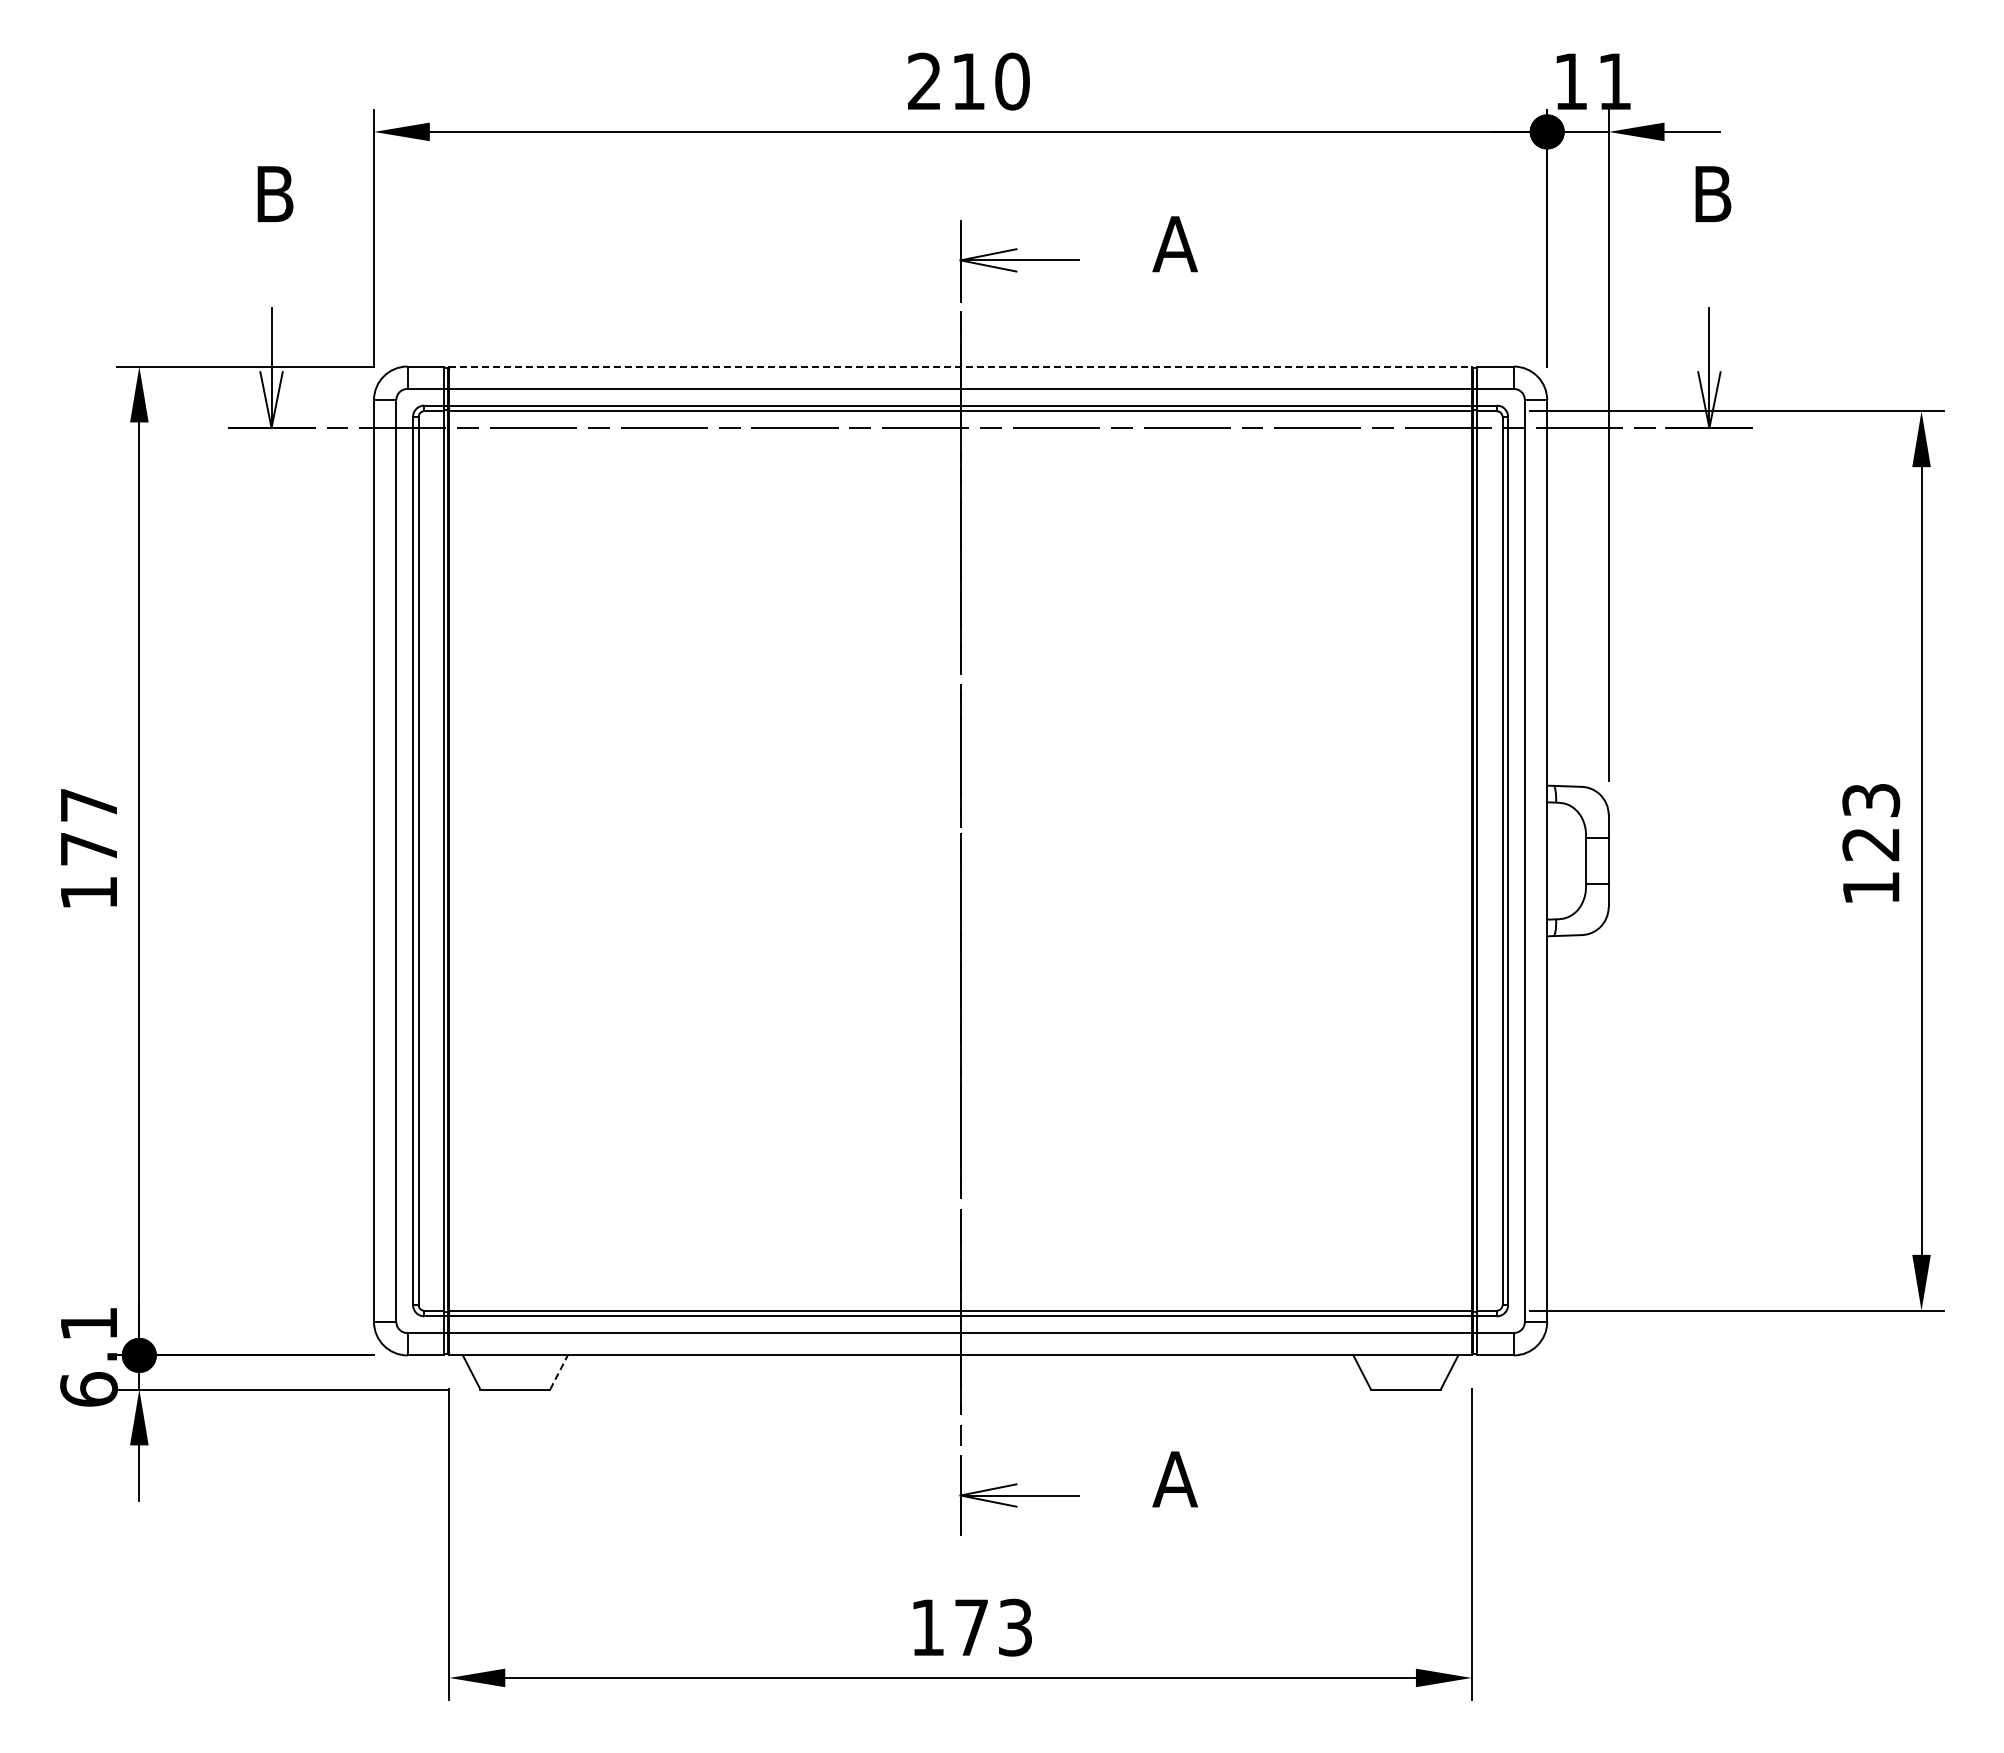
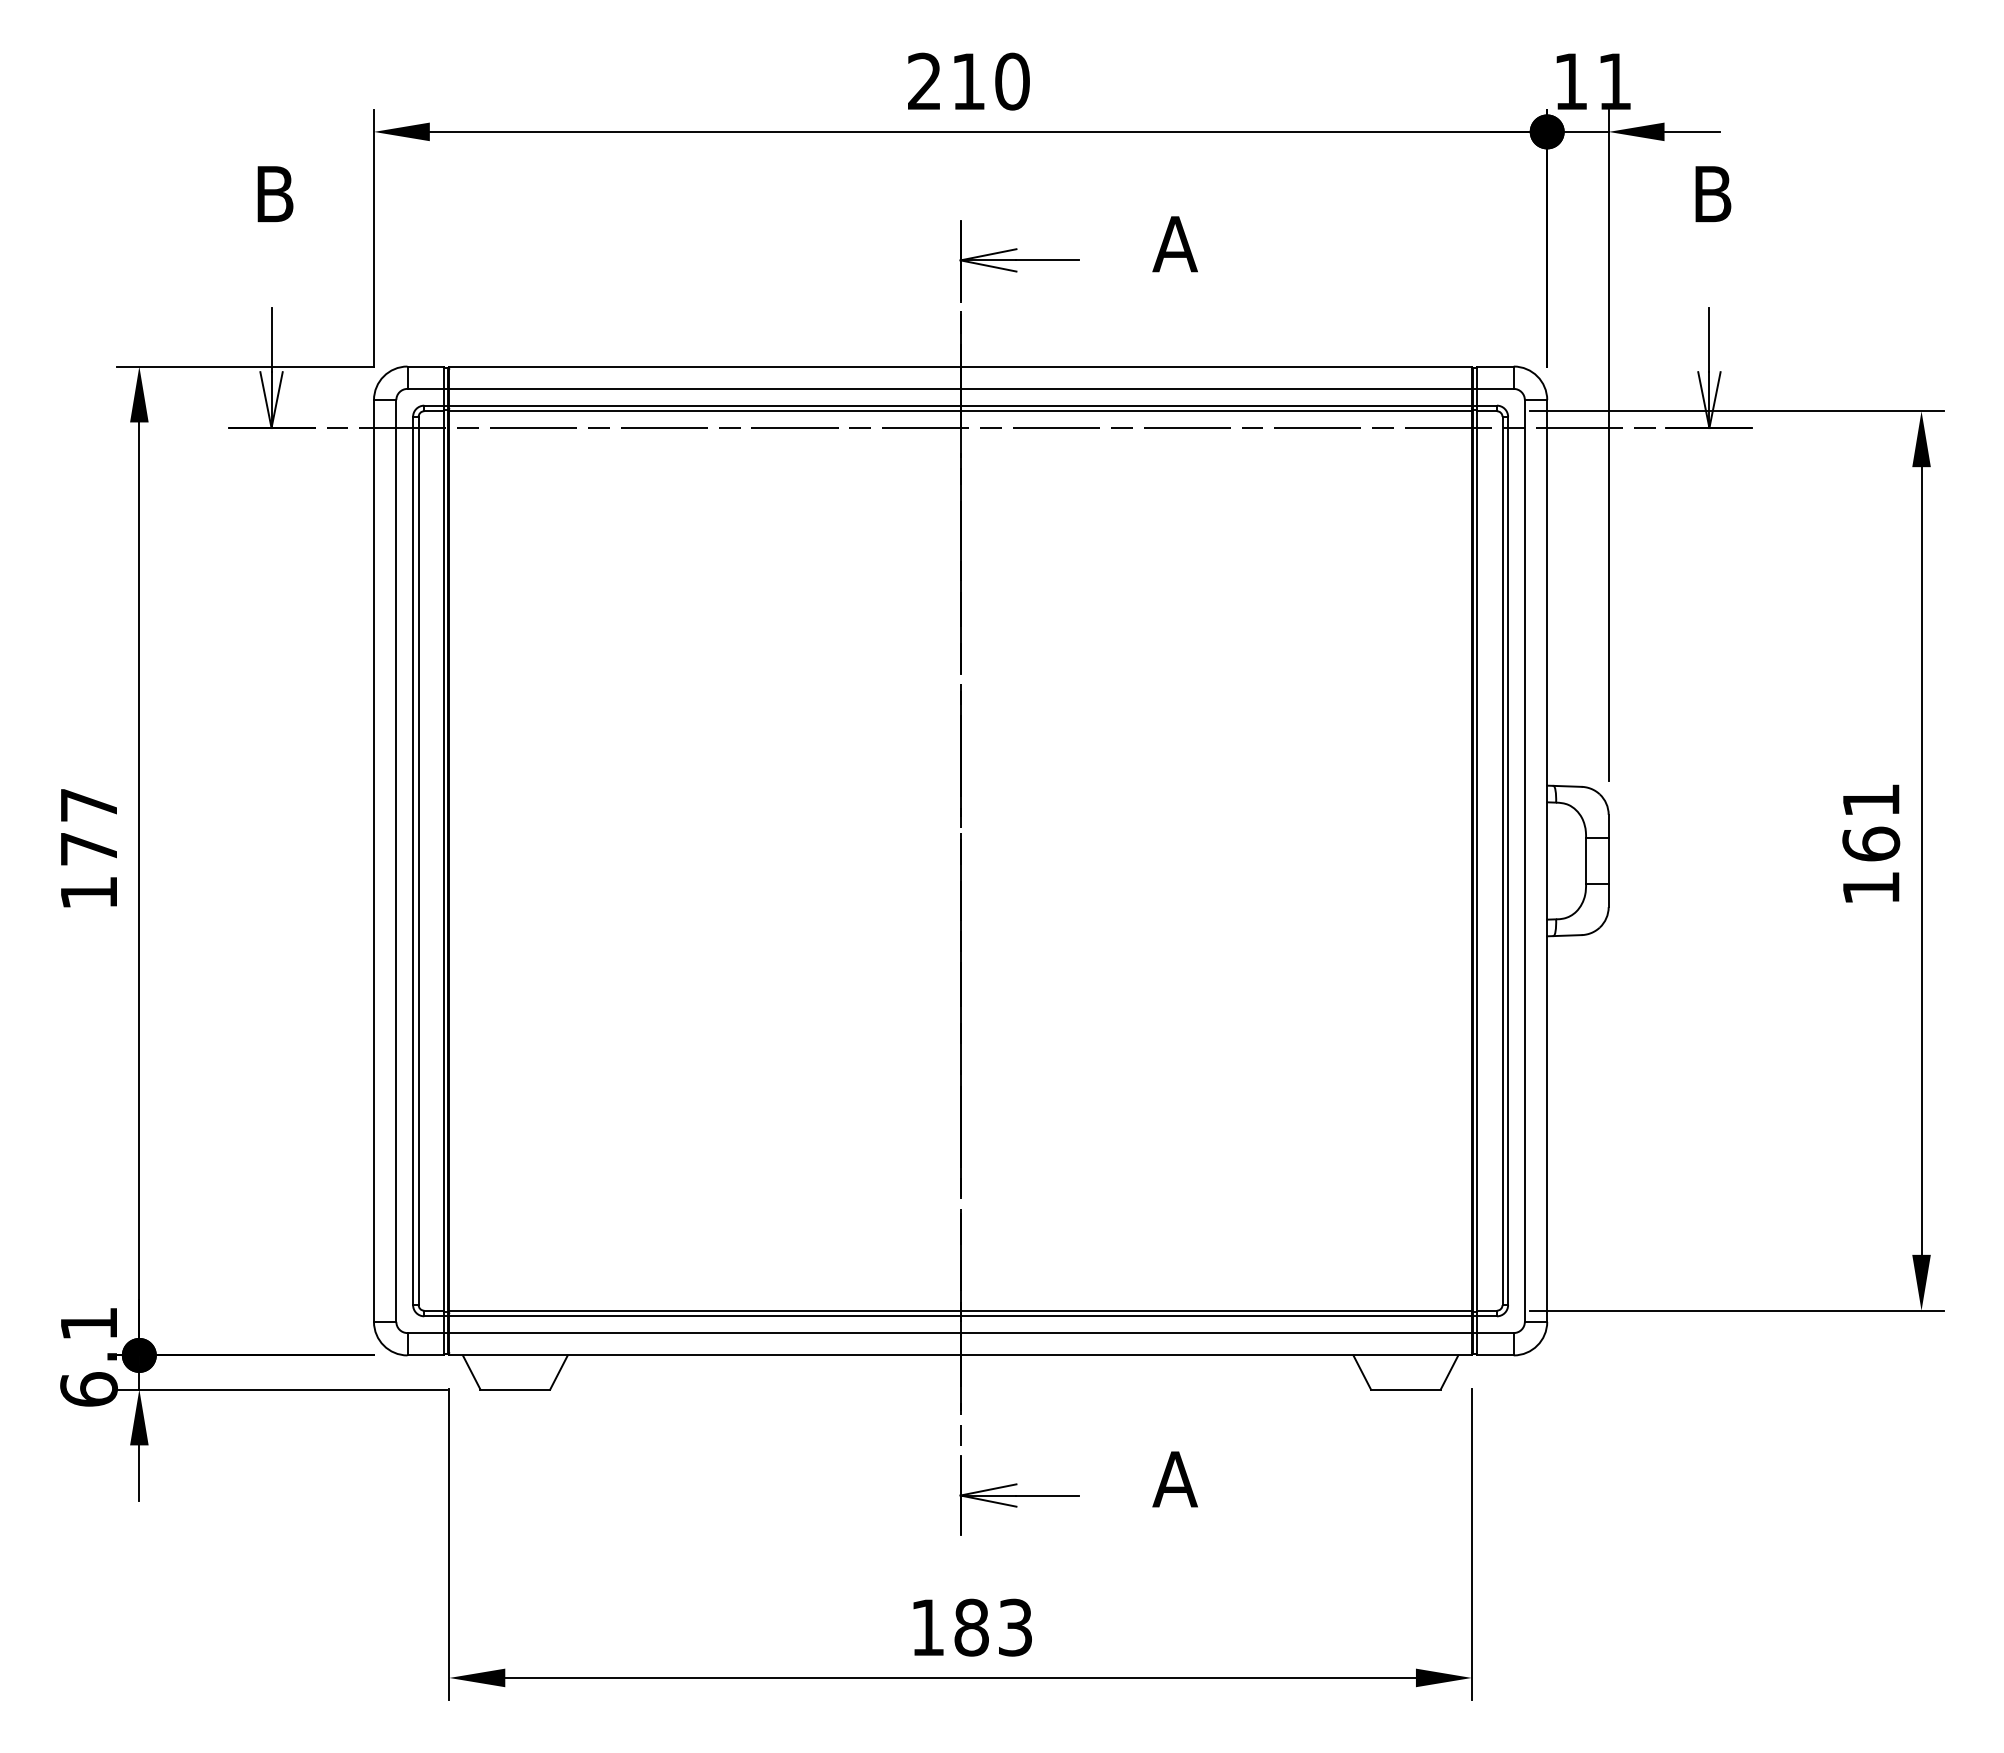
line at (961, 366): dashed -> solid
text at (1871, 822): 123 -> 161
line at (559, 1372): dashed -> solid
text at (971, 1627): 173 -> 183
